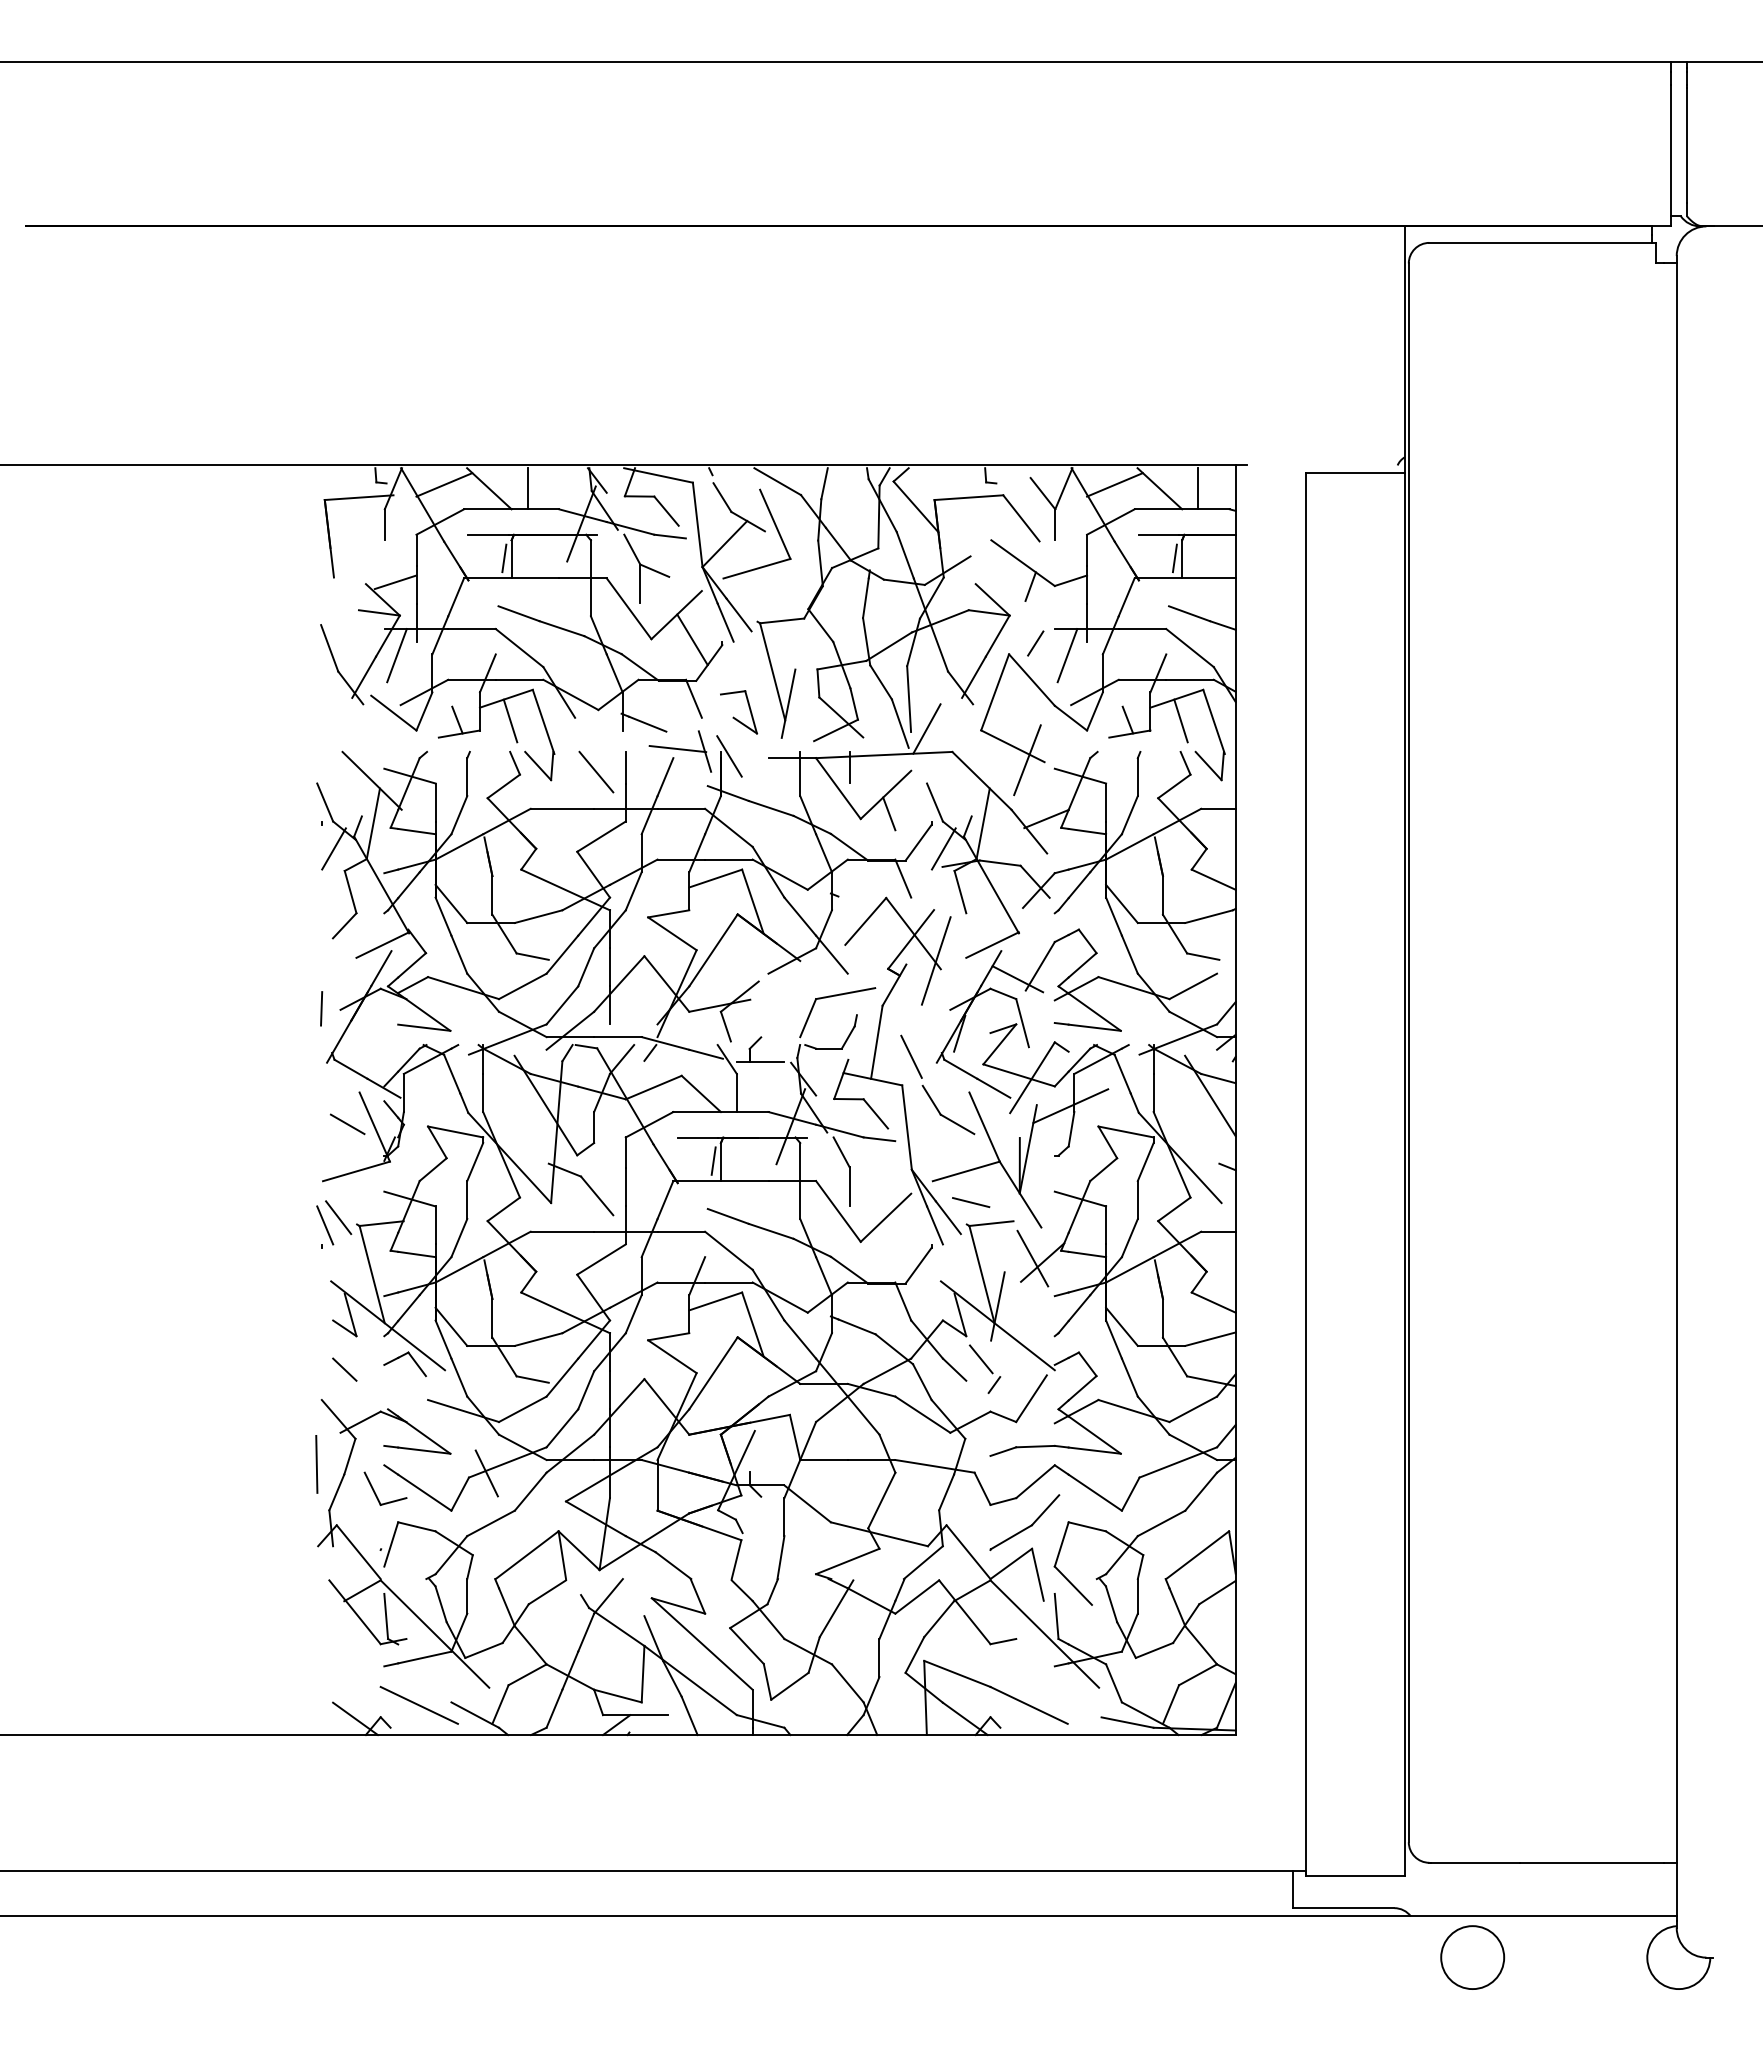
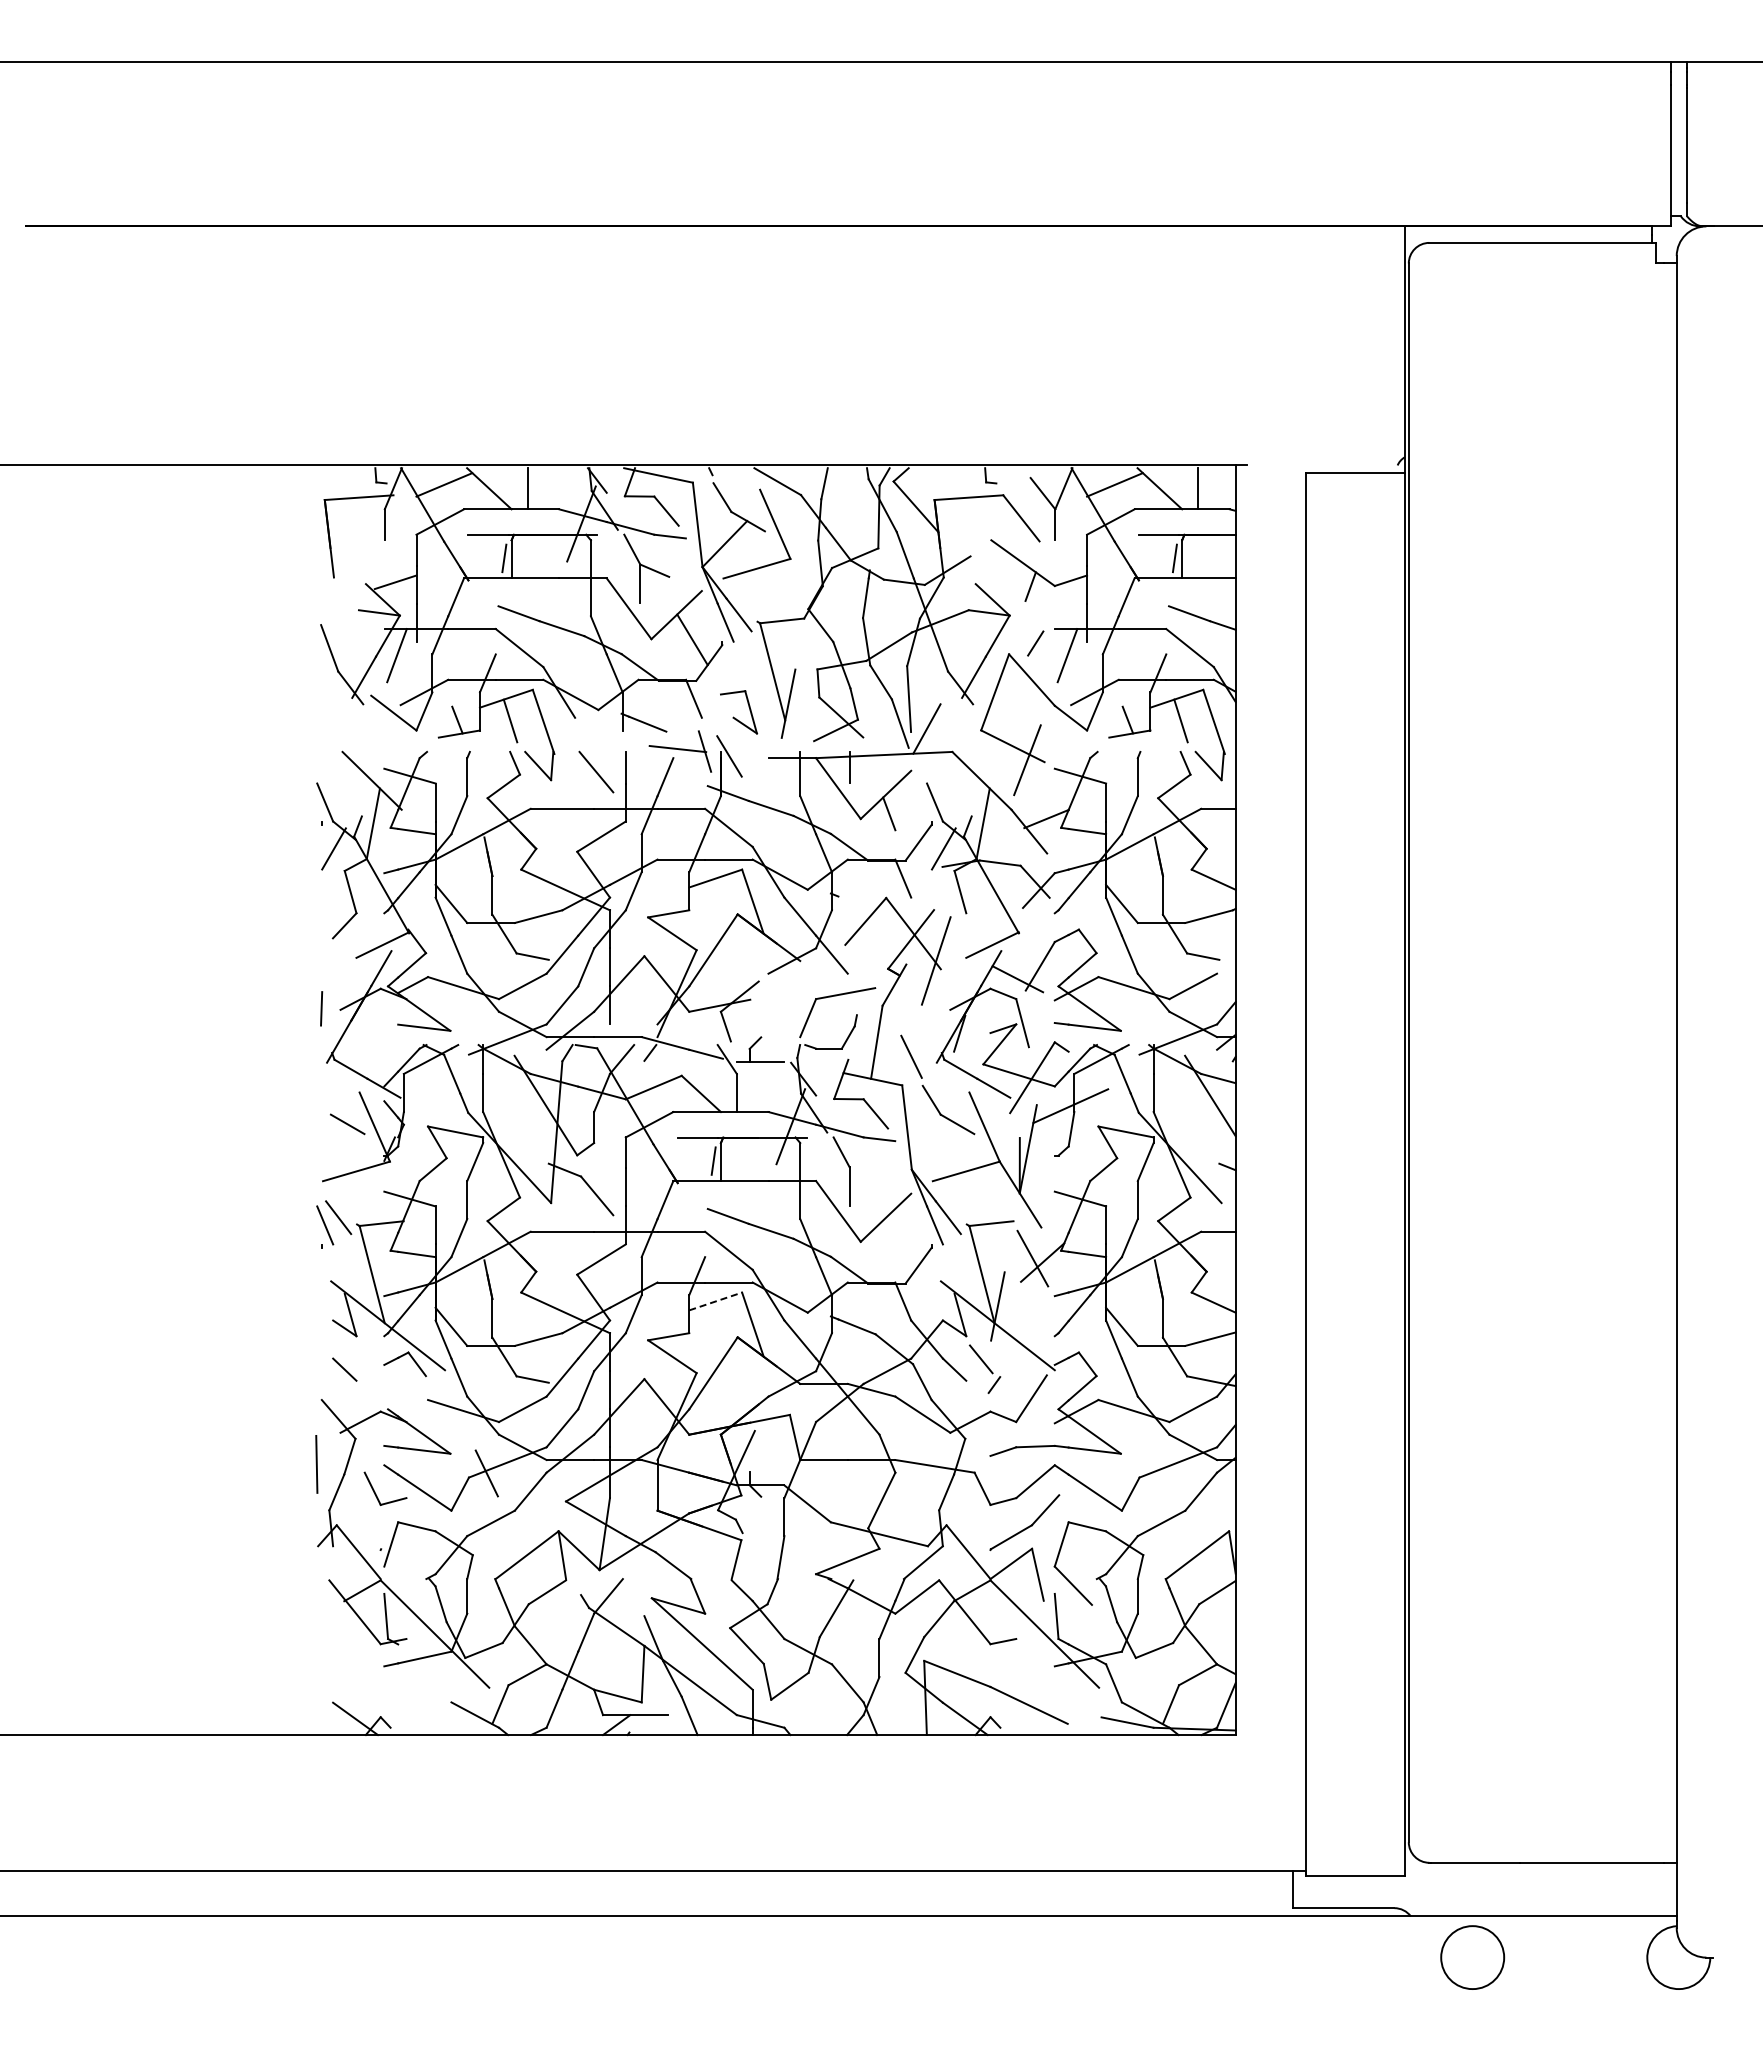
line at (971, 1202): present -> none
line at (715, 1301): solid -> dashed
line at (418, 1704): present -> none
